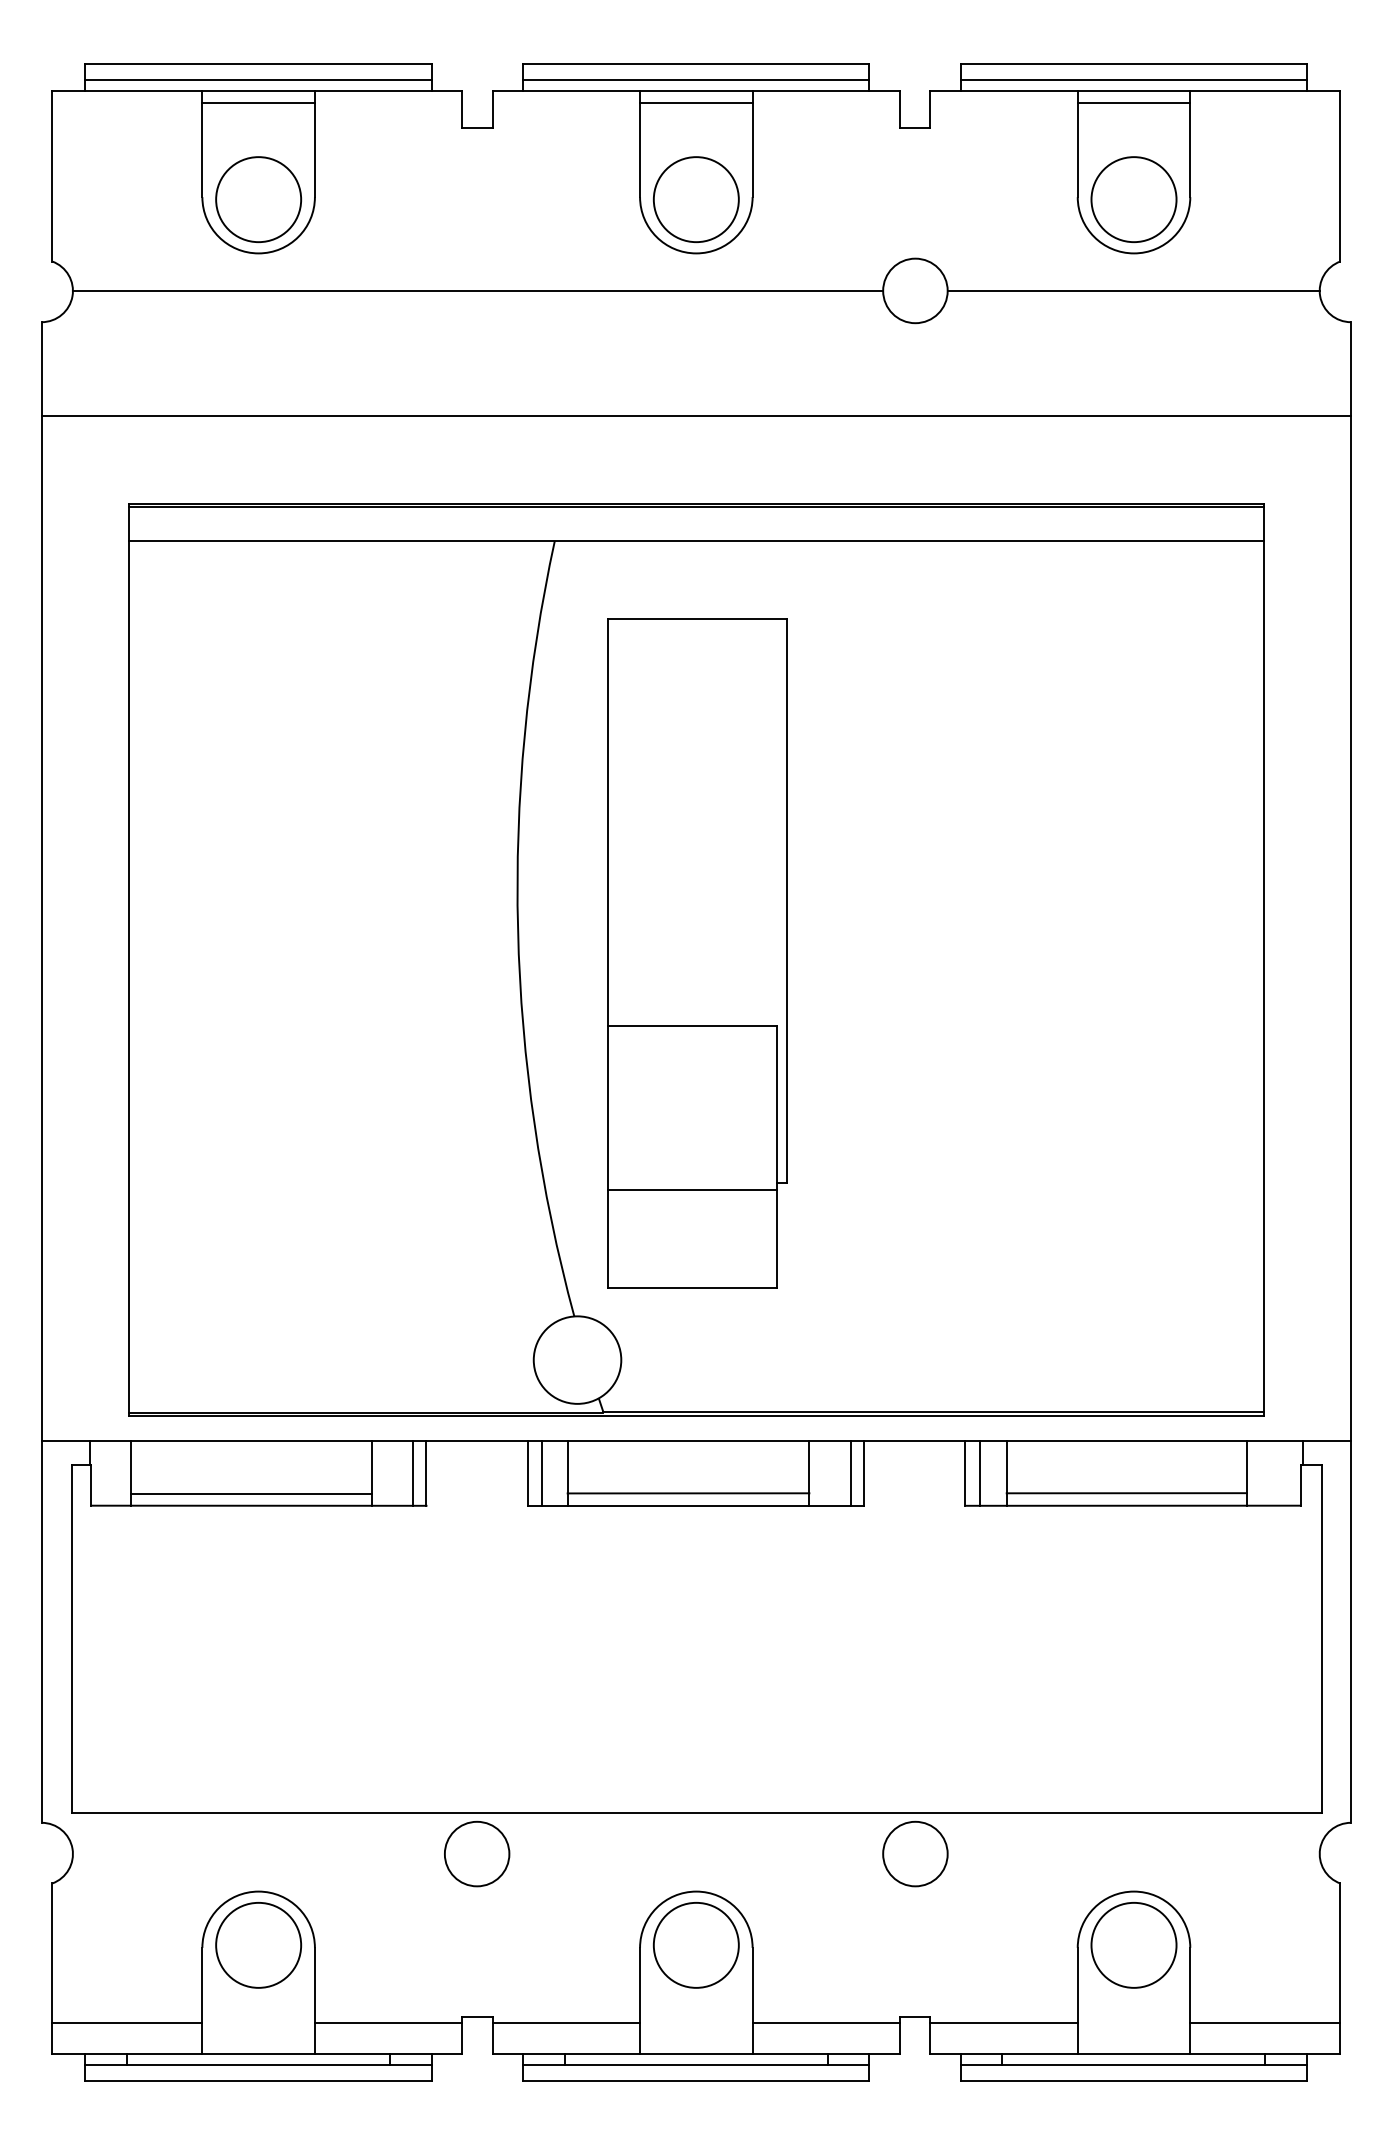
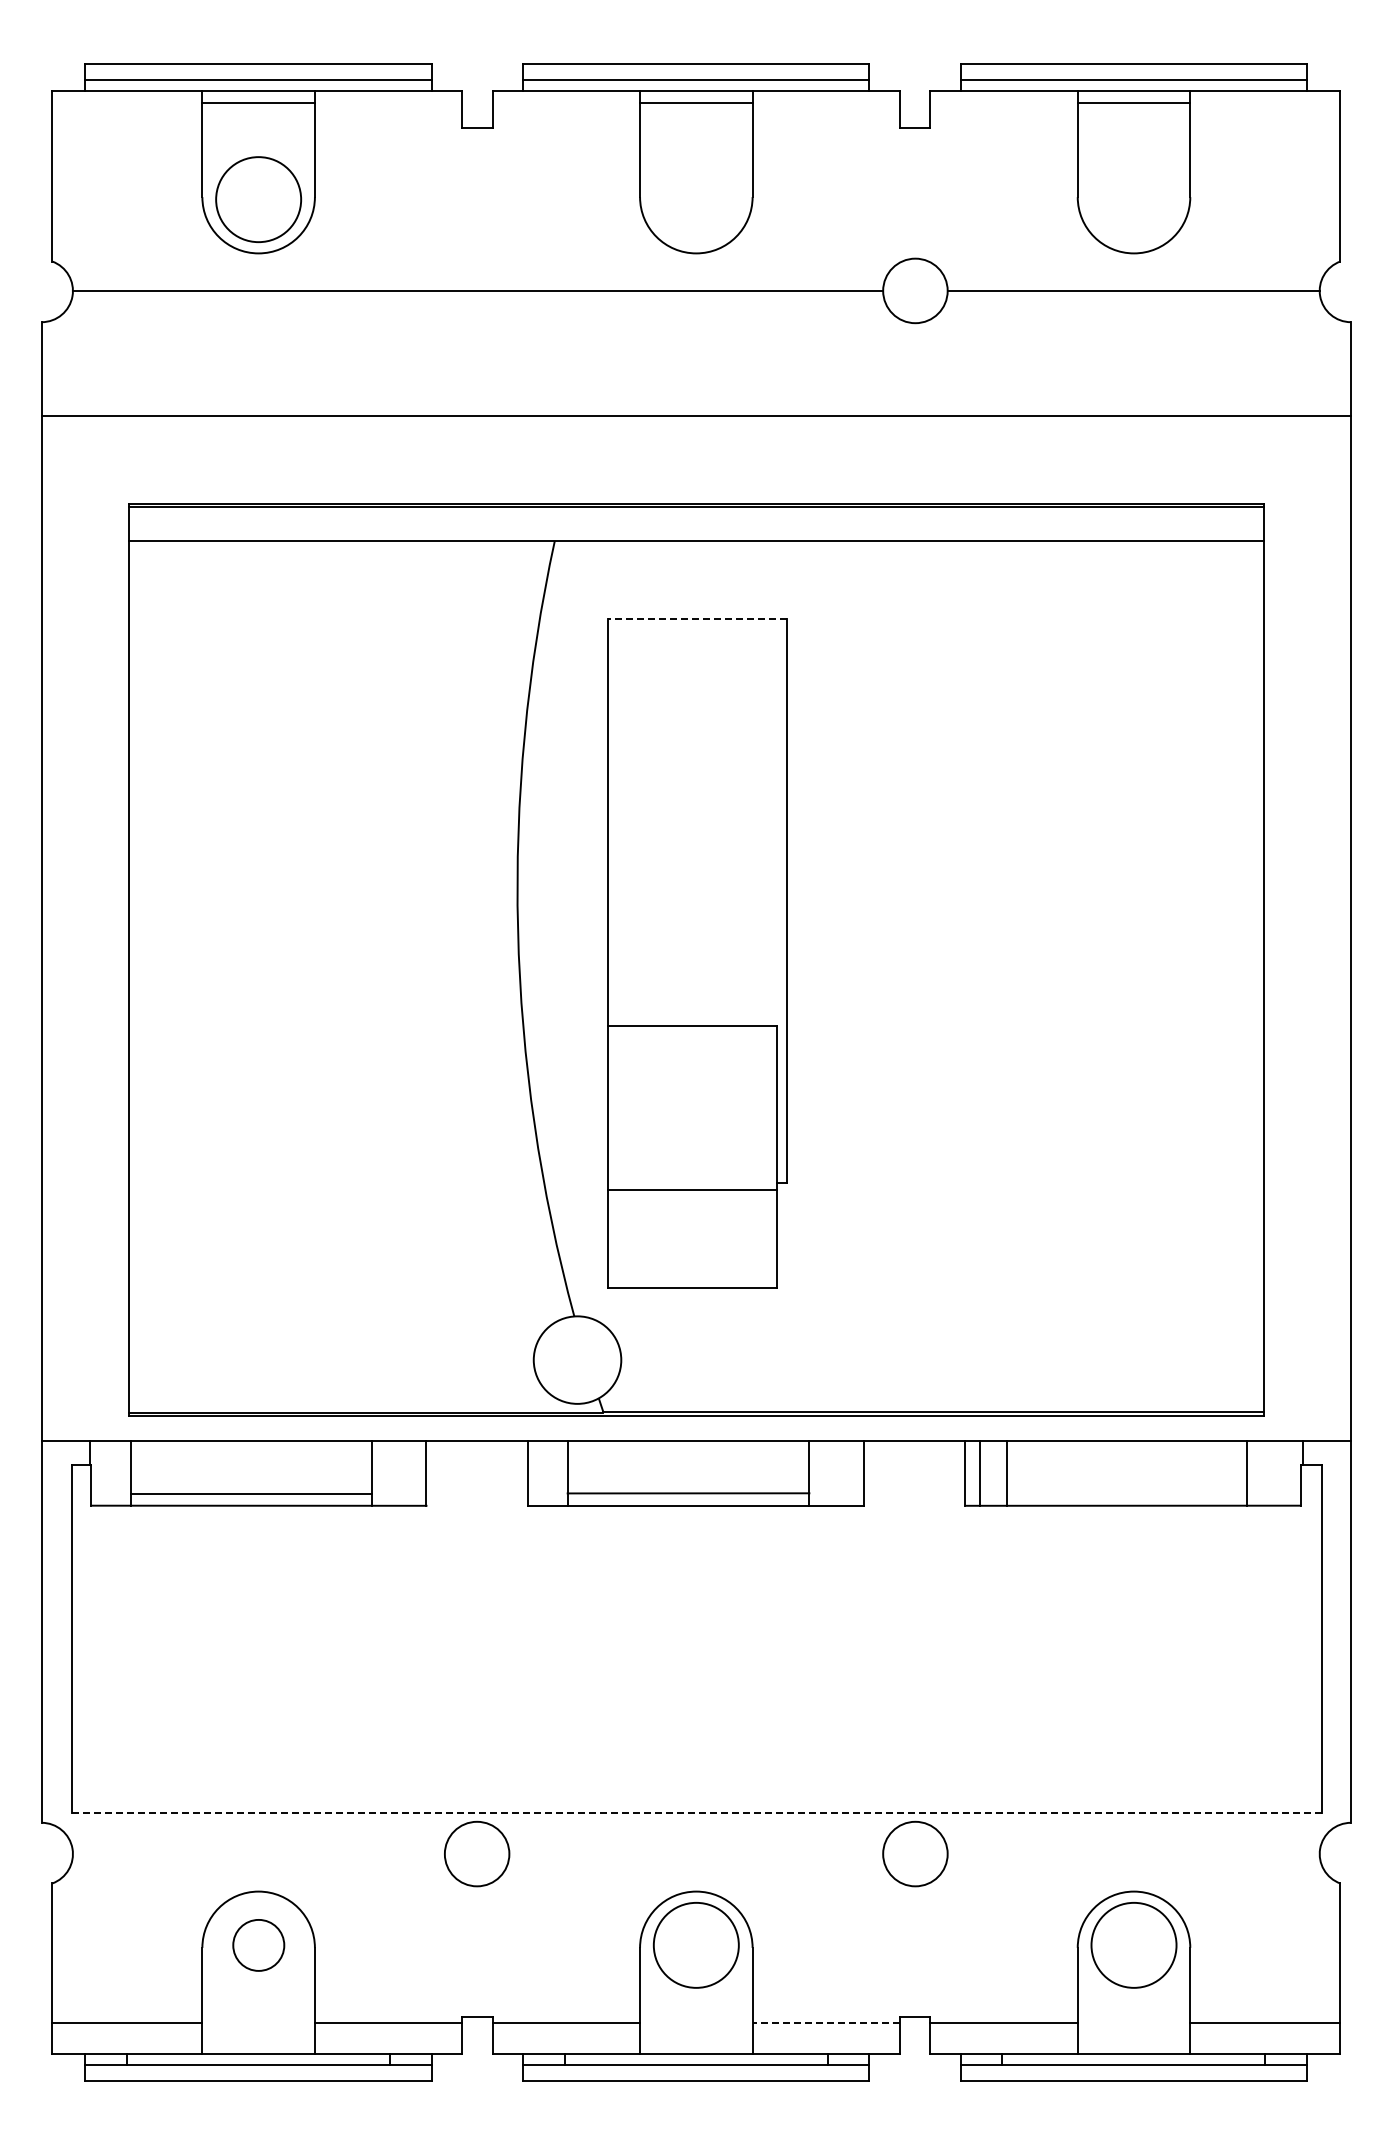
circle at (695, 199): present -> none
circle at (1133, 199): present -> none
line at (697, 619): solid -> dashed
line at (413, 1473): present -> none
line at (542, 1473): present -> none
line at (850, 1473): present -> none
line at (1126, 1493): present -> none
line at (697, 1812): solid -> dashed
circle at (258, 1945) size: 88x87 px -> 54x53 px
line at (826, 2023): solid -> dashed
